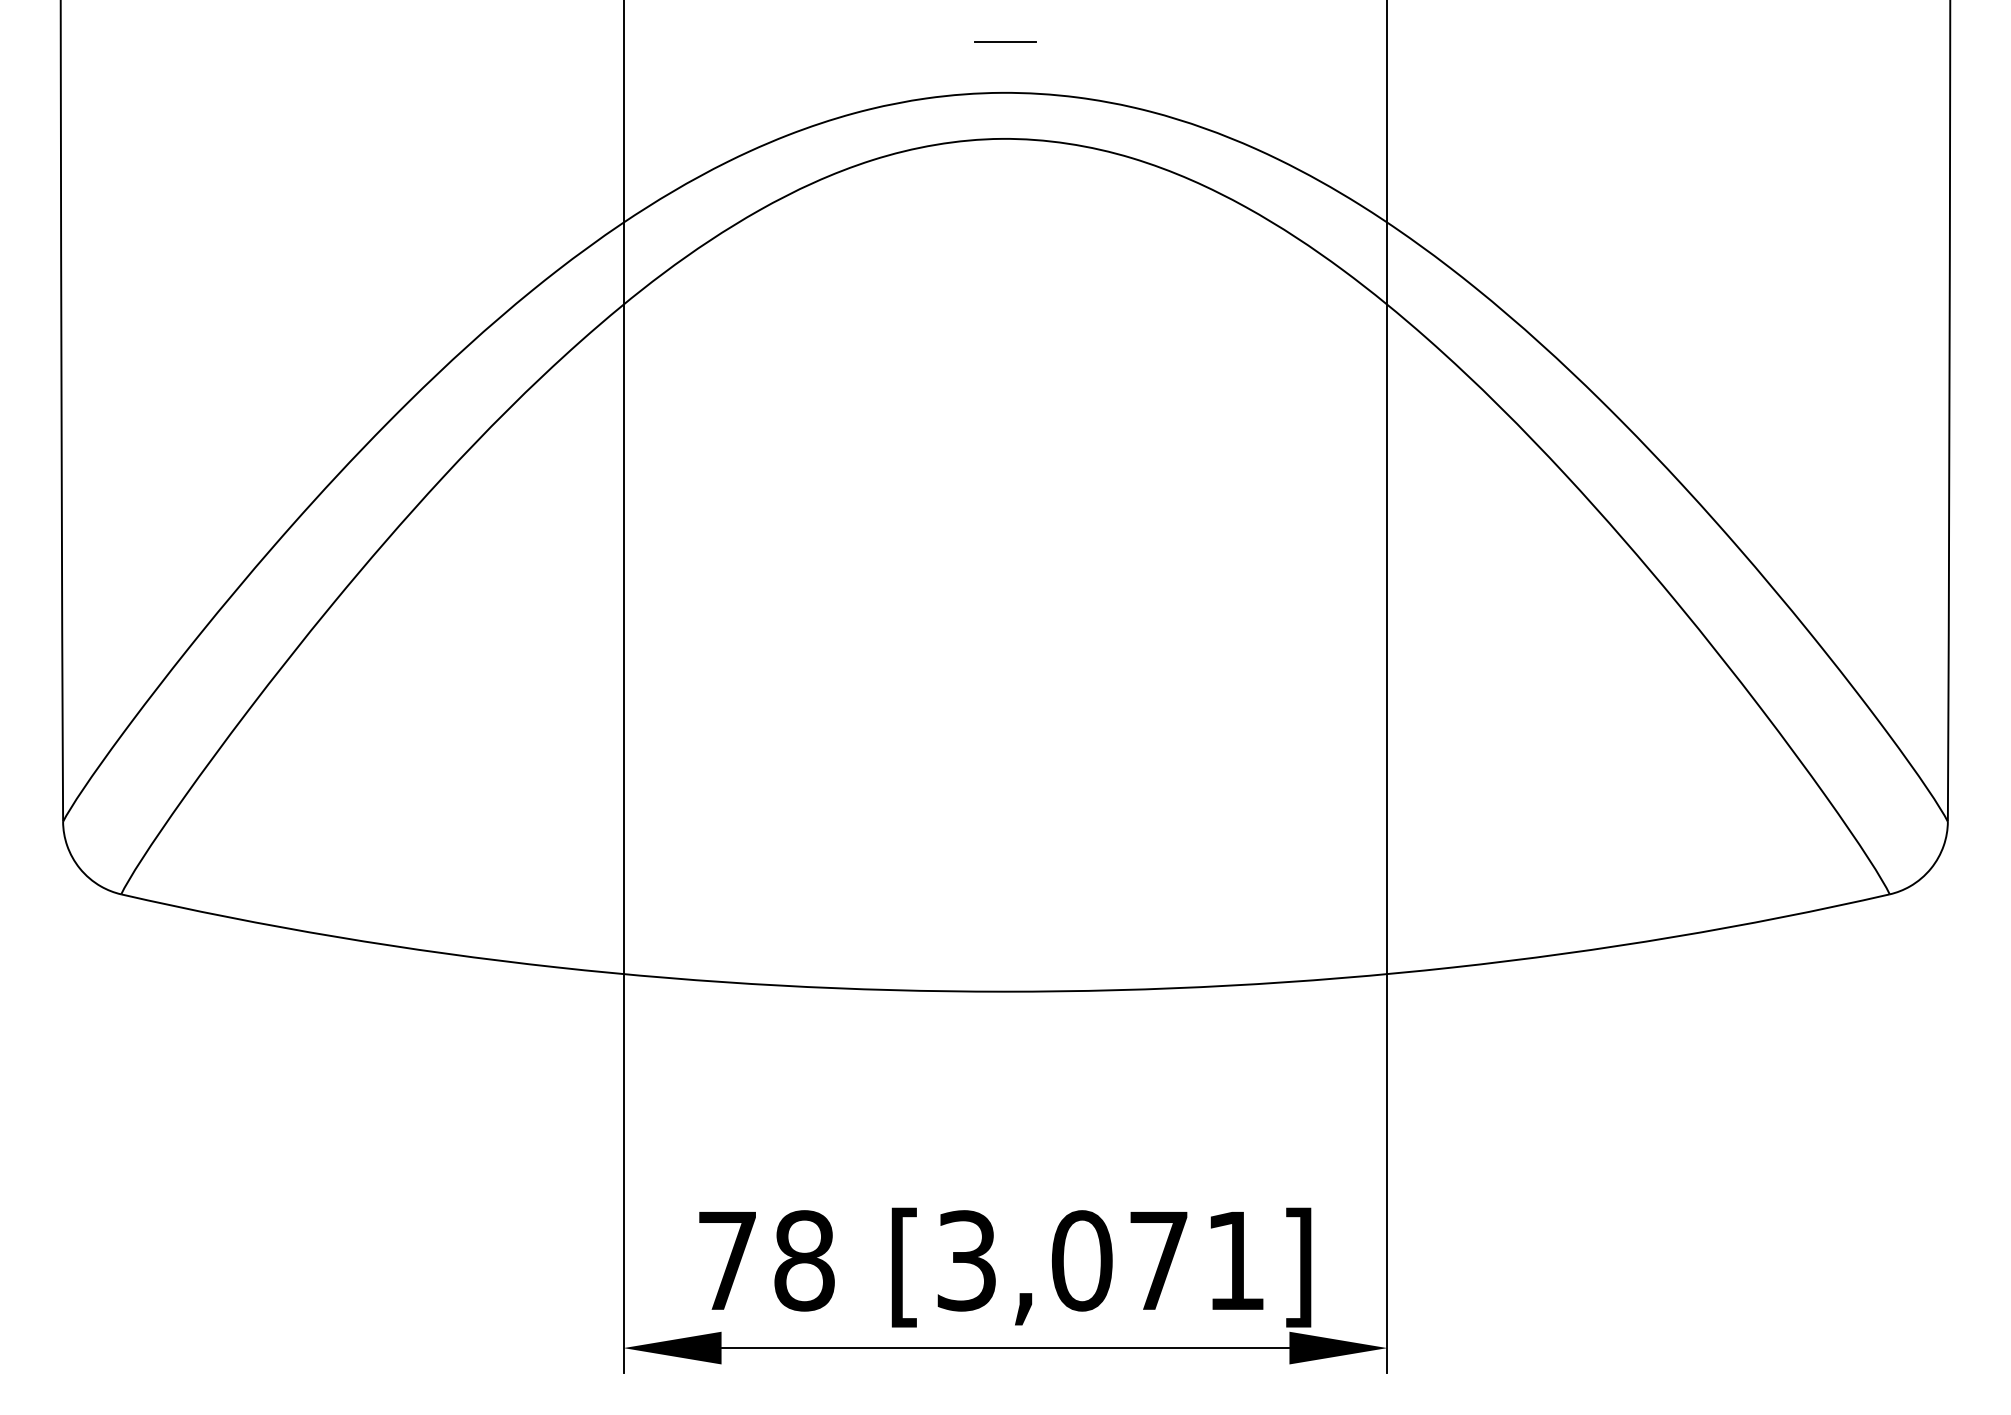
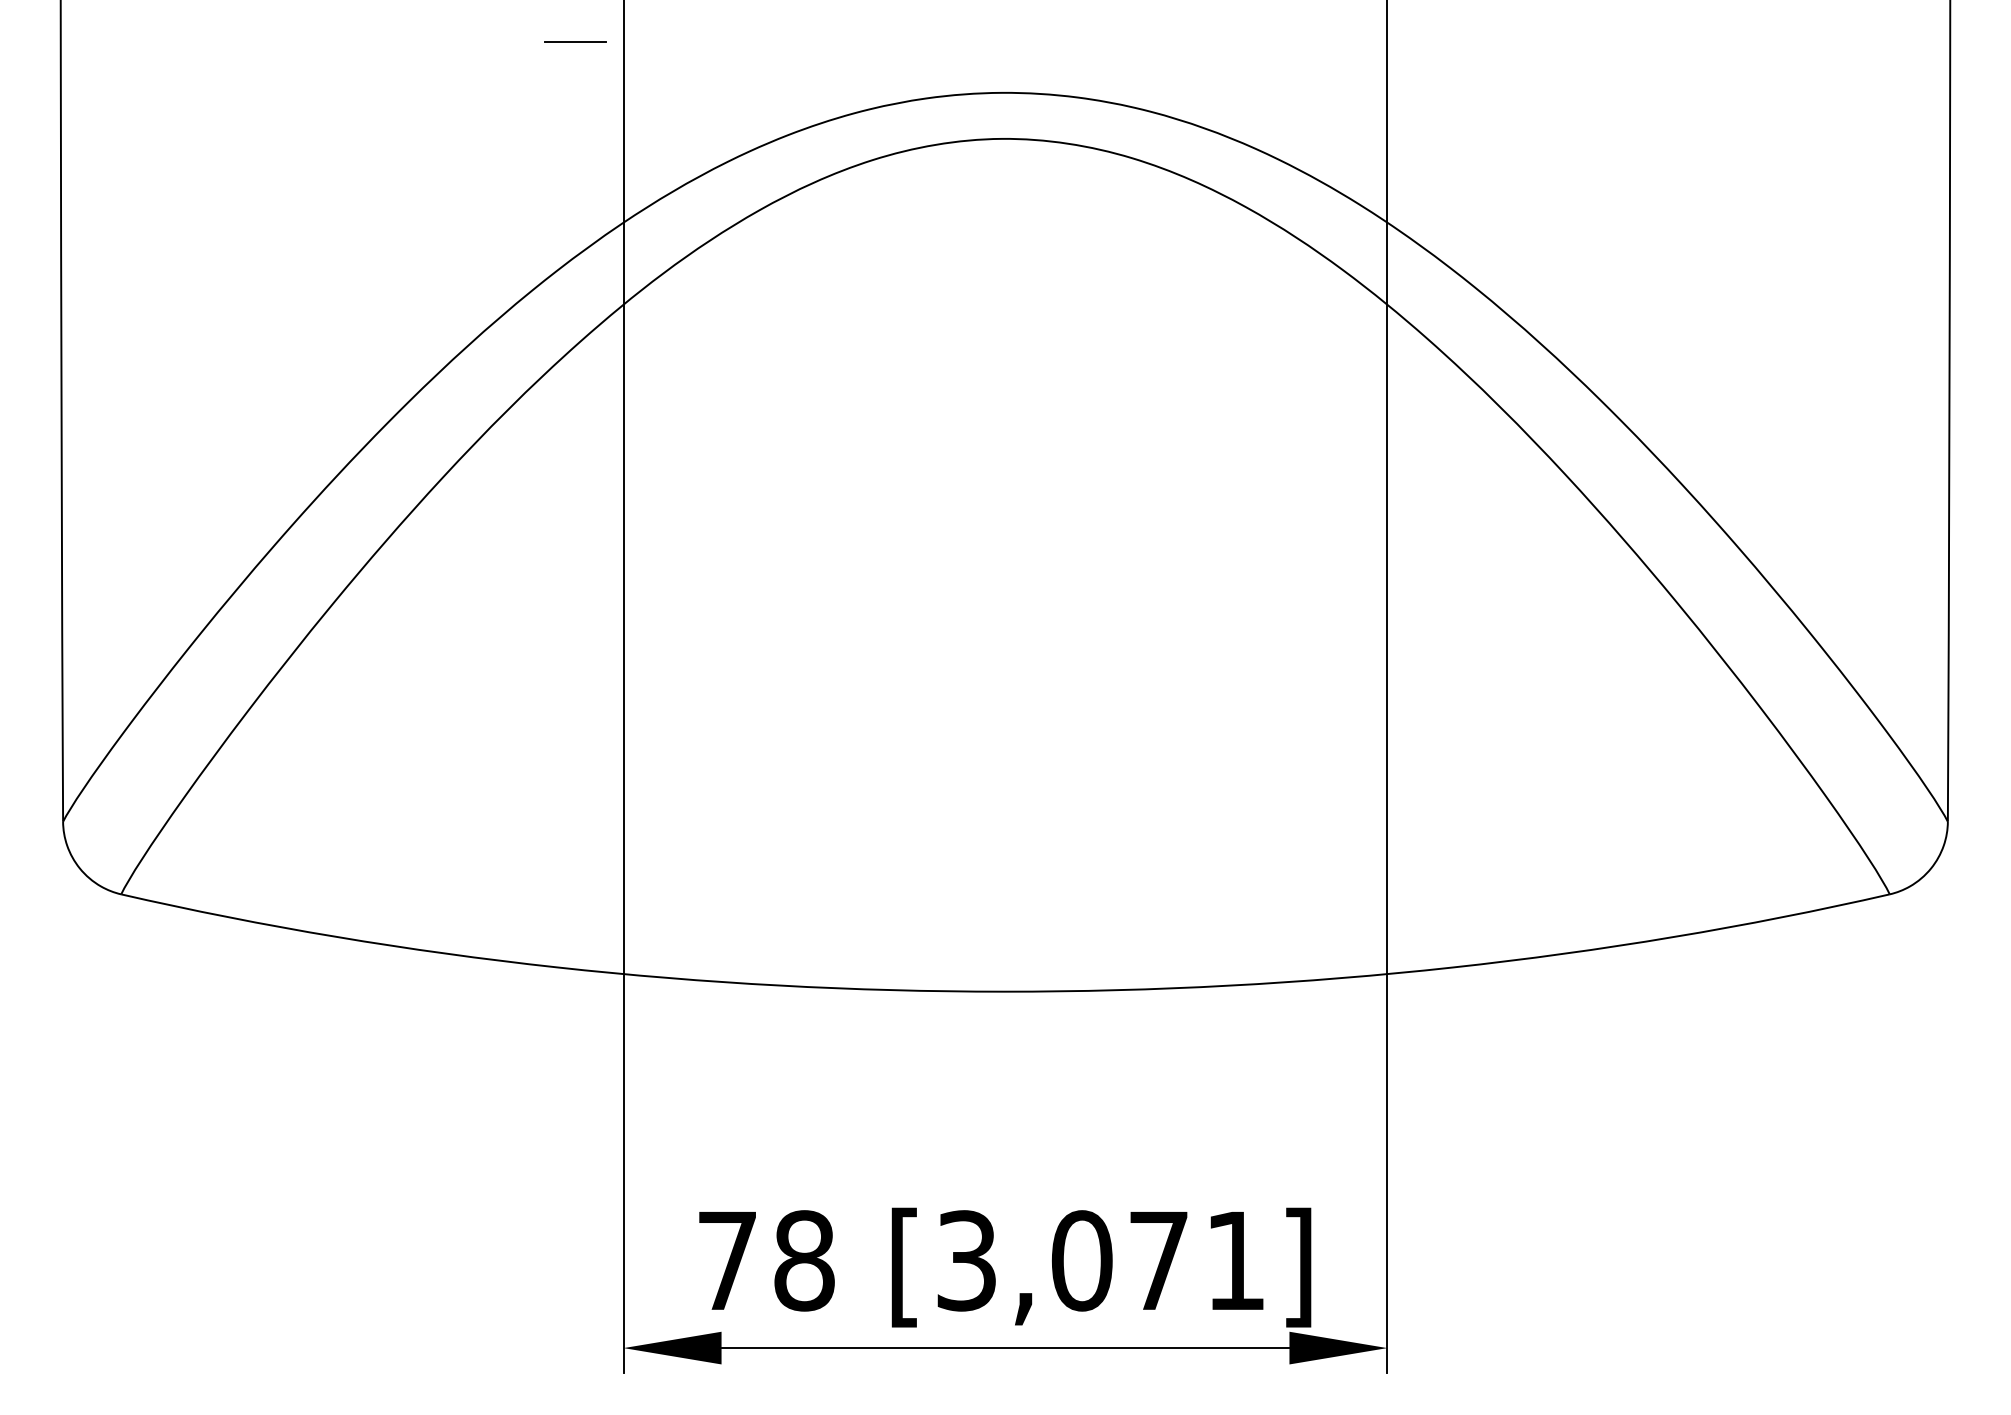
line at (1005, 41) position: (1005, 41) -> (575, 41)
